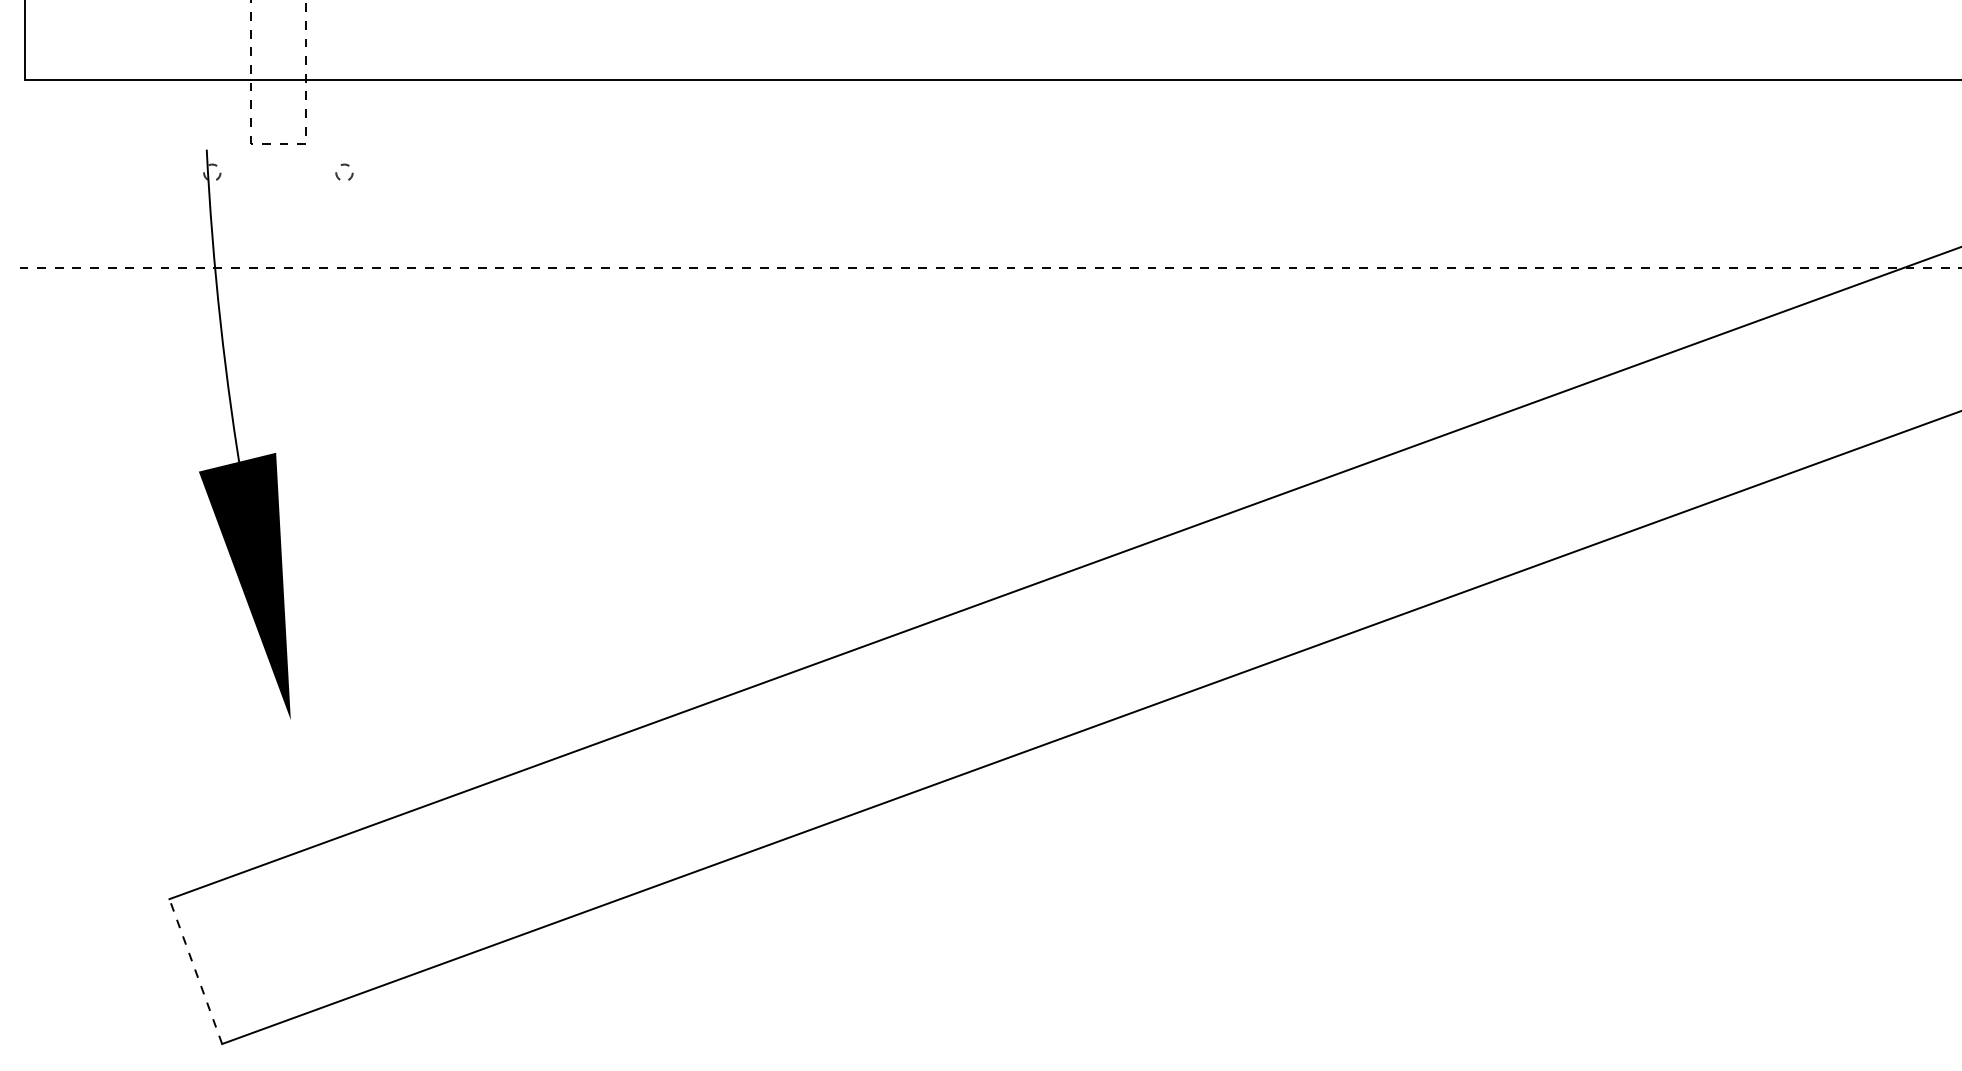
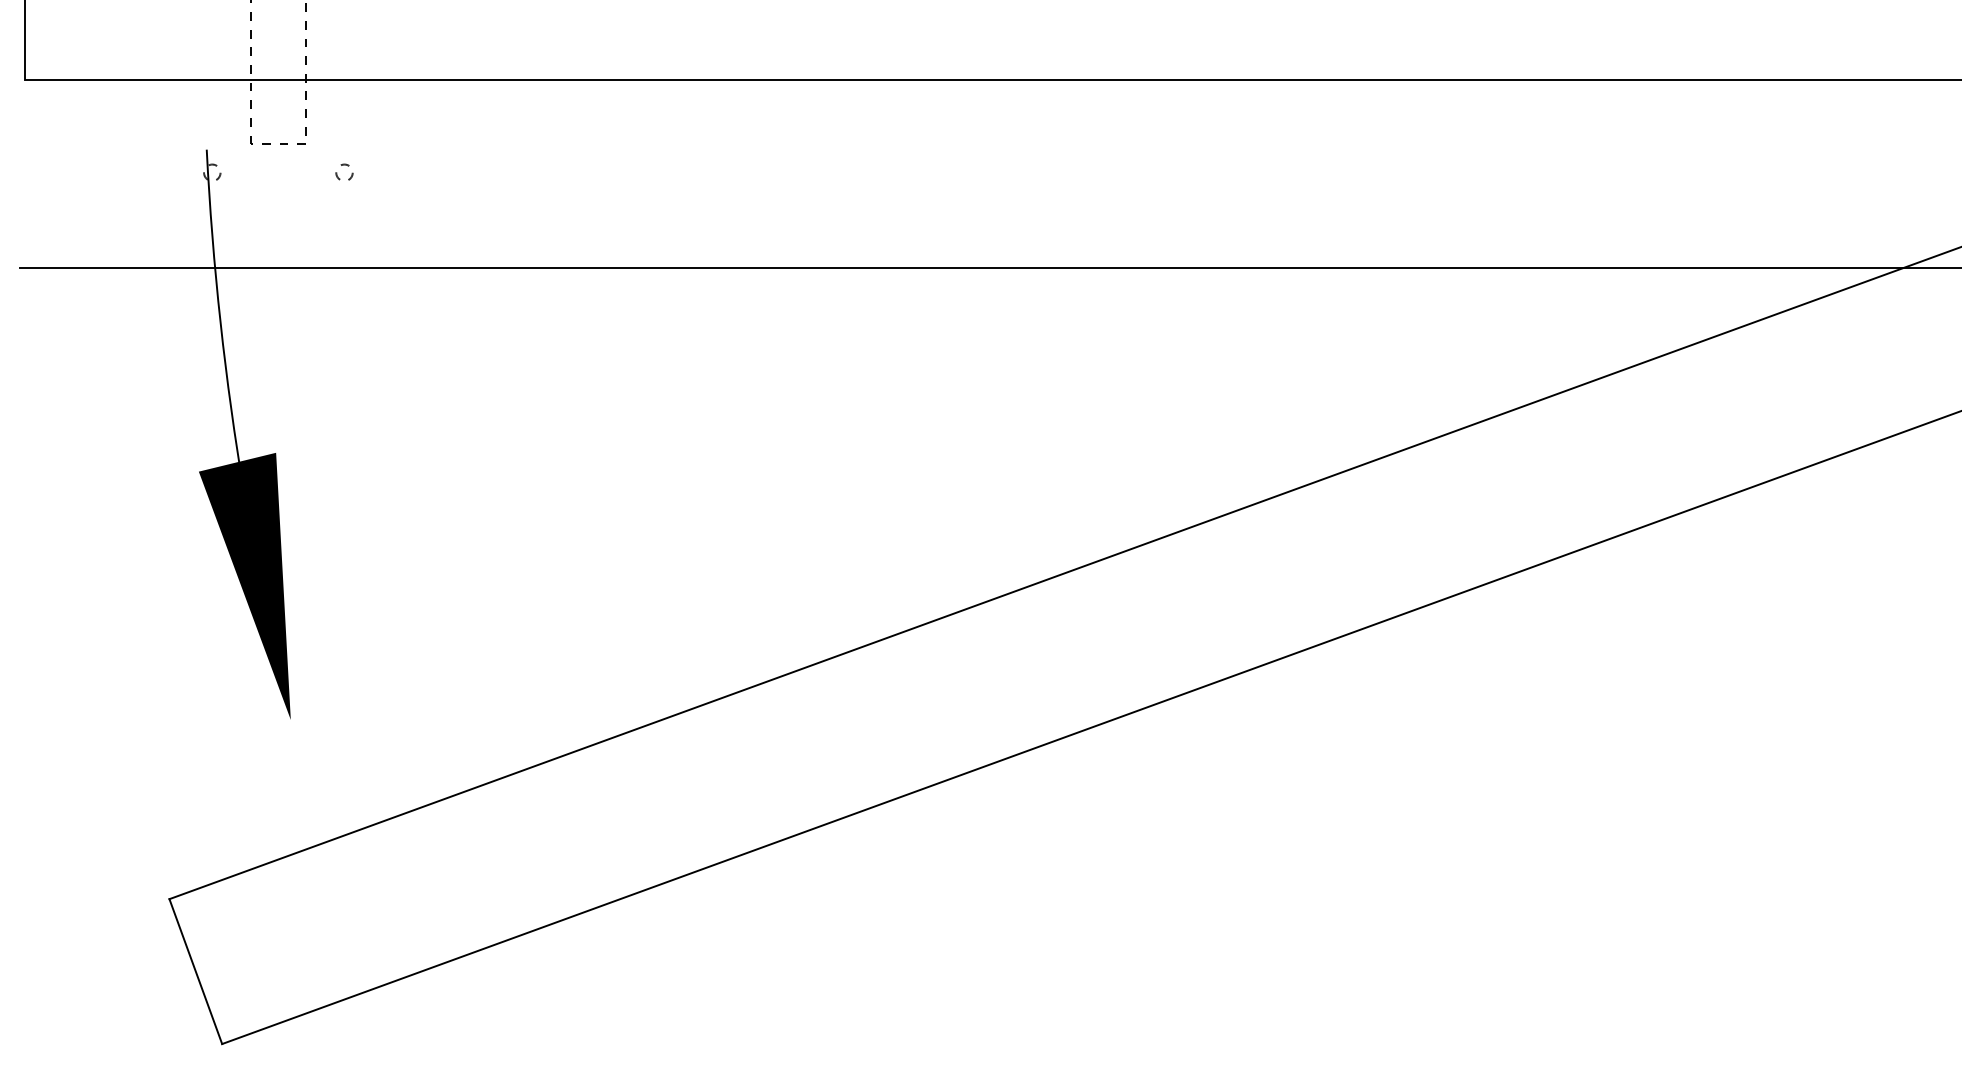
line at (991, 267): dashed -> solid
line at (195, 971): dashed -> solid
